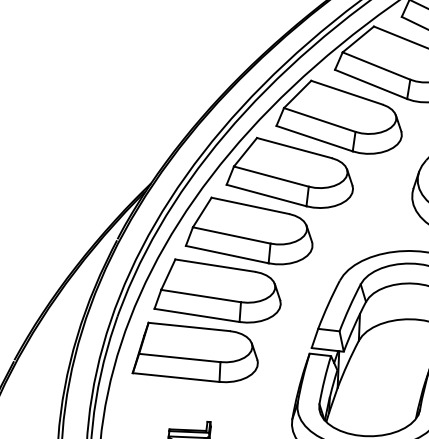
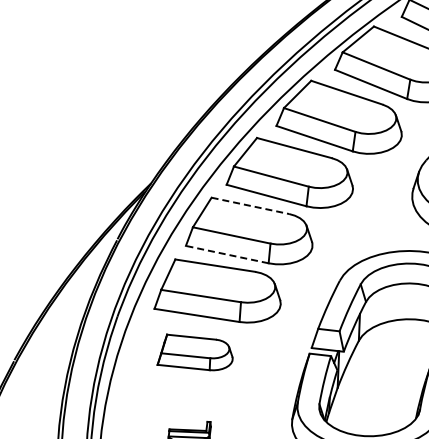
line at (250, 205): solid -> dashed
line at (226, 254): solid -> dashed
part at (194, 352) size: 128x63 px -> 78x39 px
